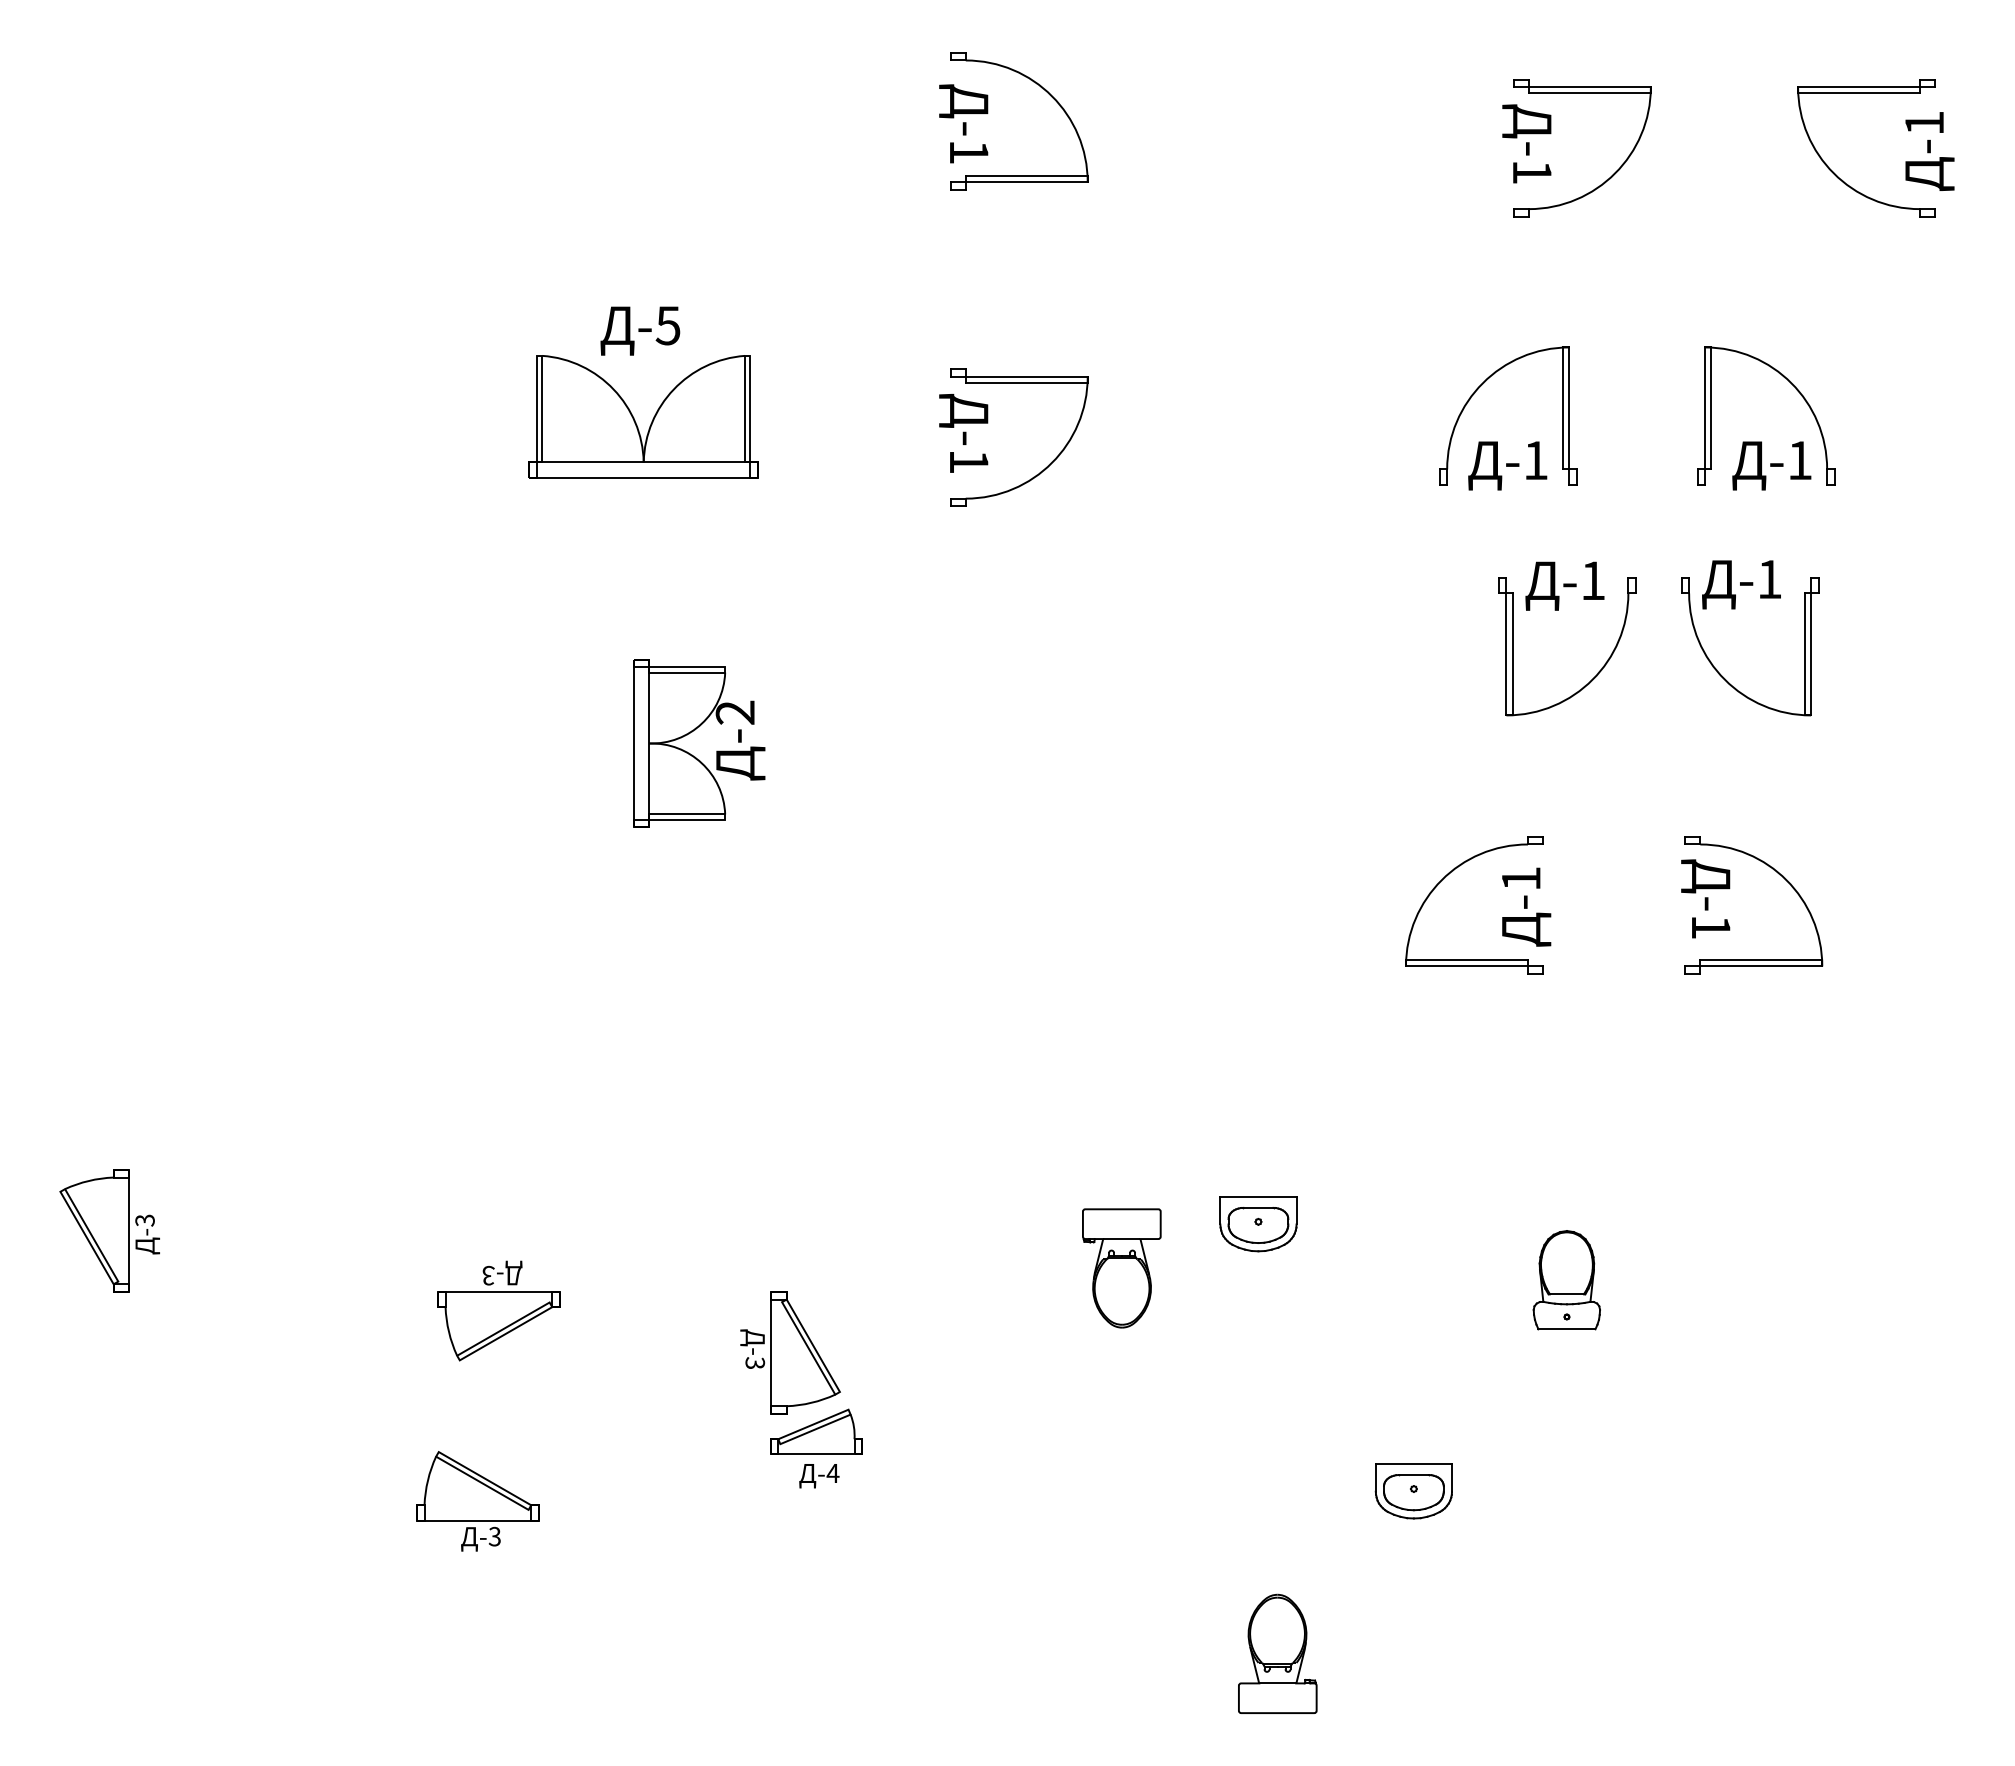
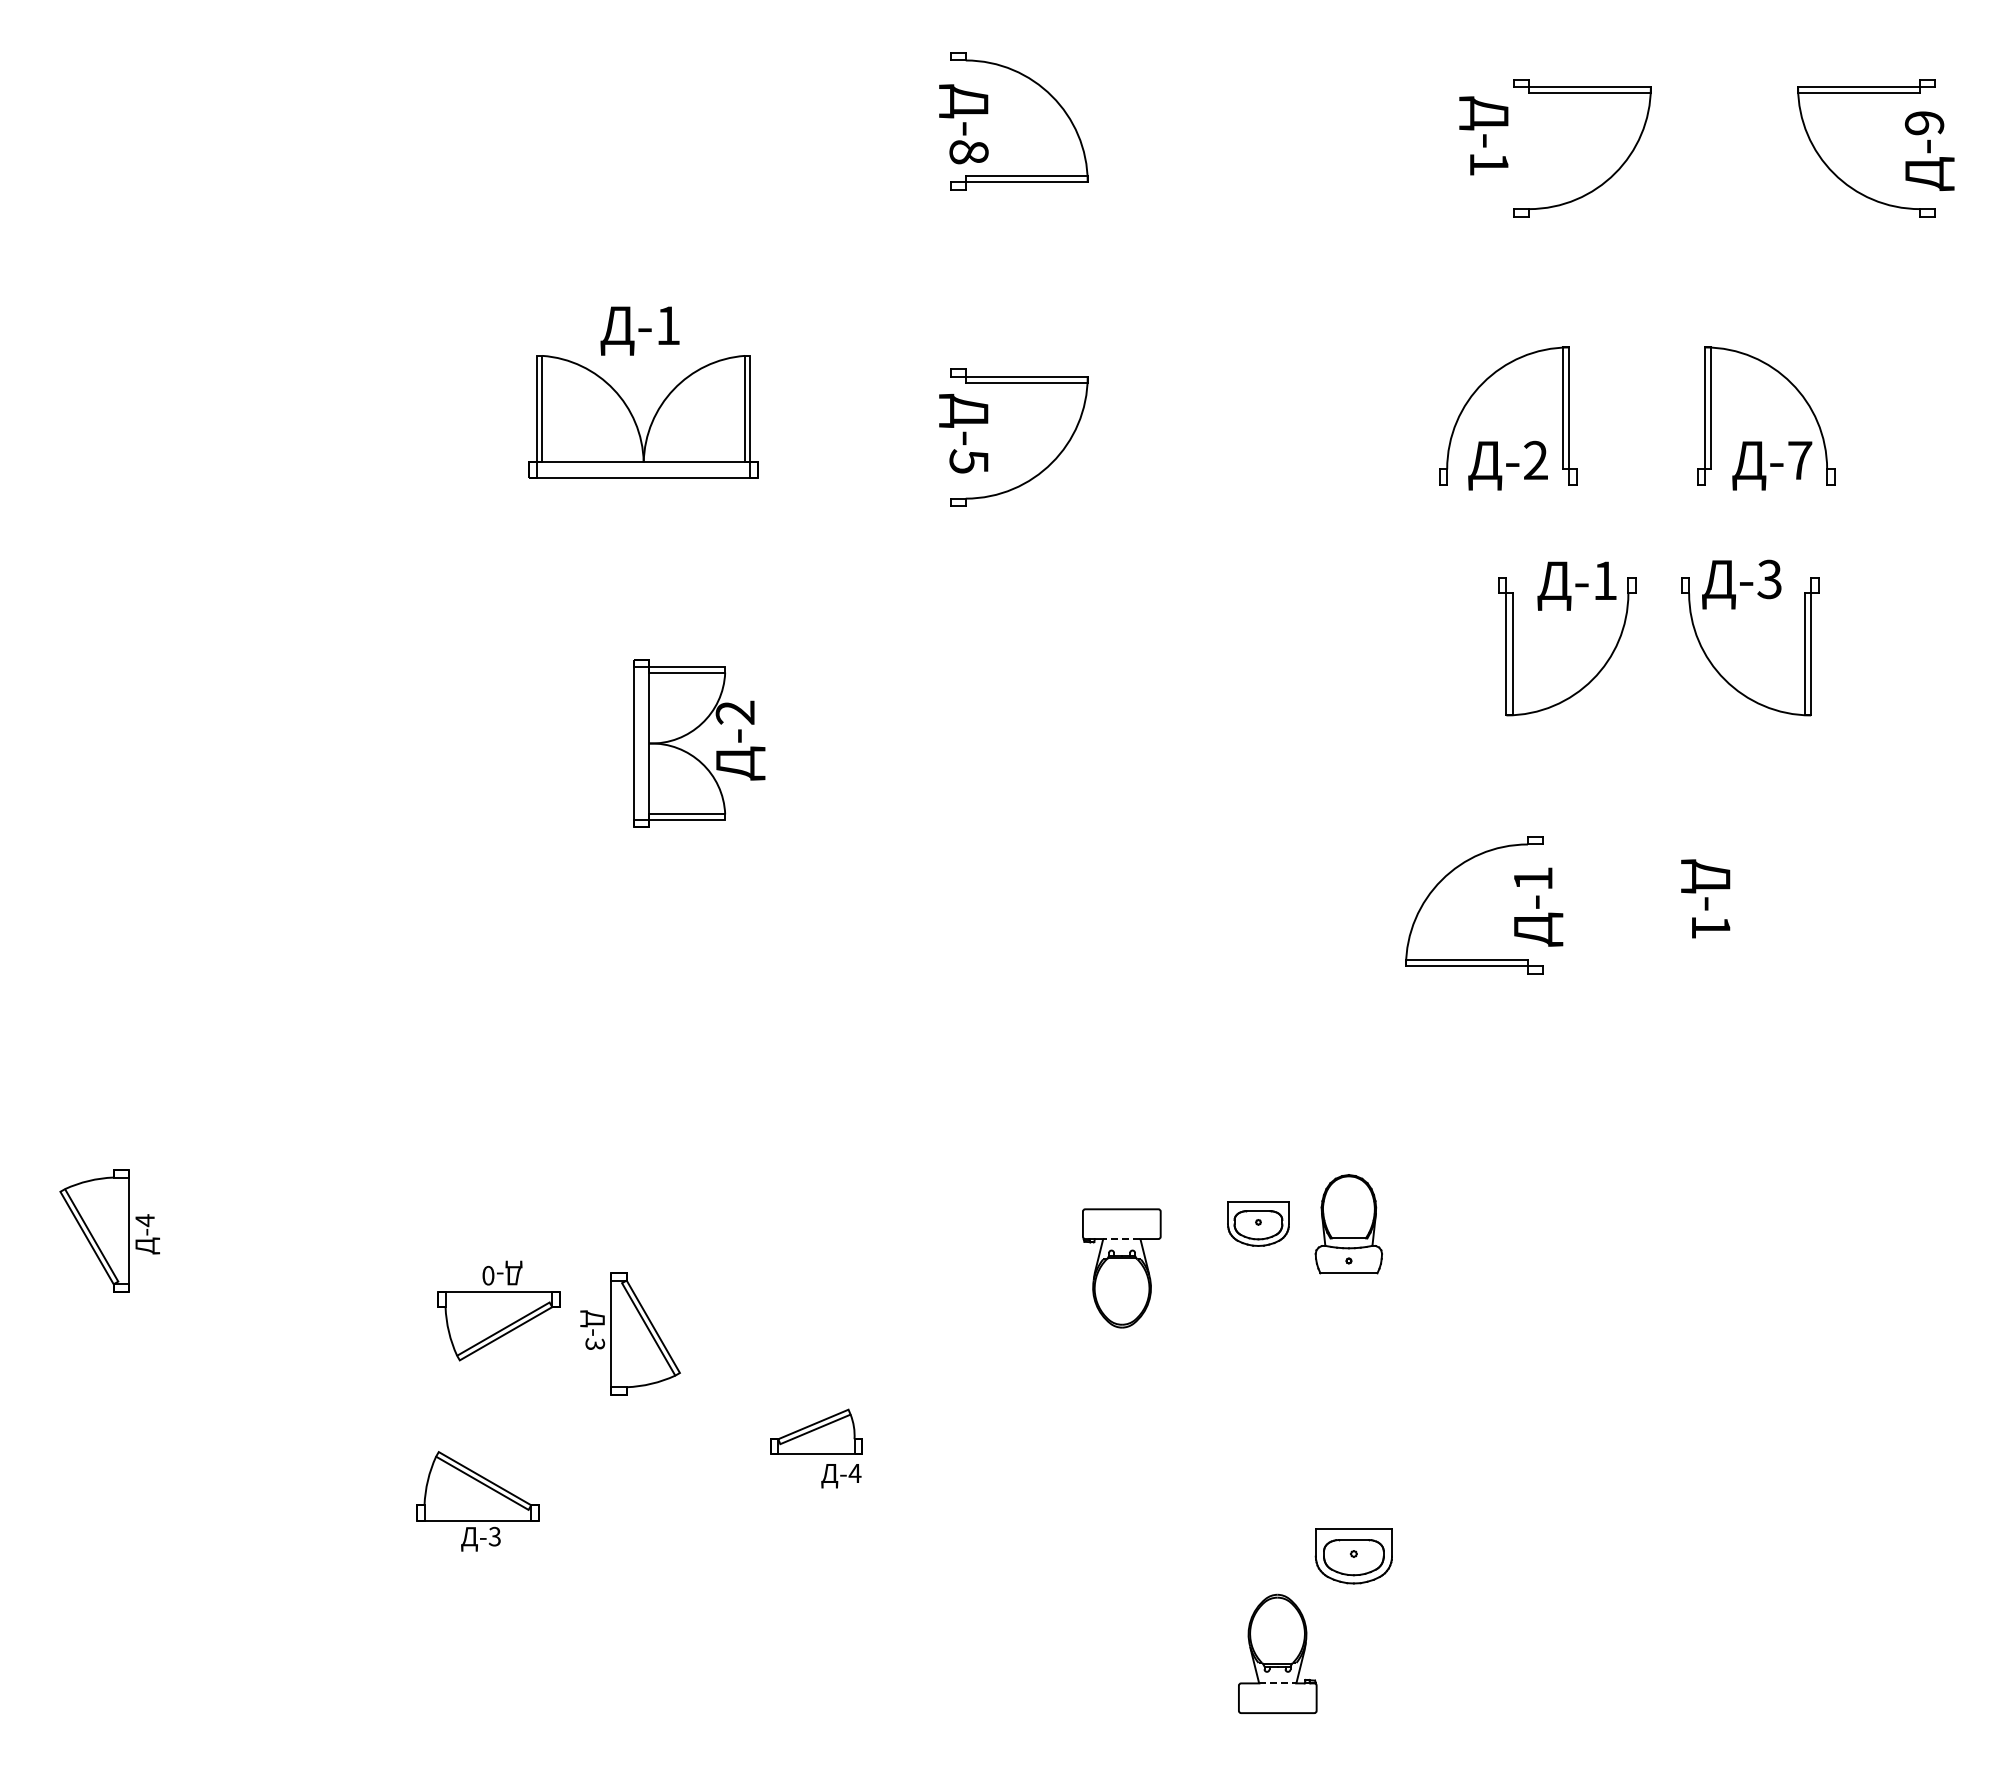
text at (1924, 123): -1 -> -9
text at (1526, 143) position: (1526, 143) -> (1483, 135)
text at (968, 152): -1 -> -8
text at (667, 325): -5 -> -1
text at (1535, 459): -1 -> -2
text at (1800, 460): -1 -> -7
text at (968, 461): -1 -> -5
text at (1769, 579): -1 -> -3
text at (1564, 585) position: (1564, 585) -> (1576, 585)
part at (1778, 874): present -> none
text at (1526, 906) position: (1526, 906) -> (1538, 906)
text at (144, 1220): -3 -> -4
part at (1258, 1224) size: 79x57 px -> 63x46 px
line at (1121, 1239): solid -> dashed
text at (488, 1275): -3 -> -0
part at (1566, 1280) position: (1566, 1280) -> (1348, 1224)
part at (790, 1352) position: (790, 1352) -> (630, 1333)
text at (819, 1476) position: (819, 1476) -> (841, 1476)
part at (1413, 1491) position: (1413, 1491) -> (1353, 1556)
line at (1277, 1683): solid -> dashed
